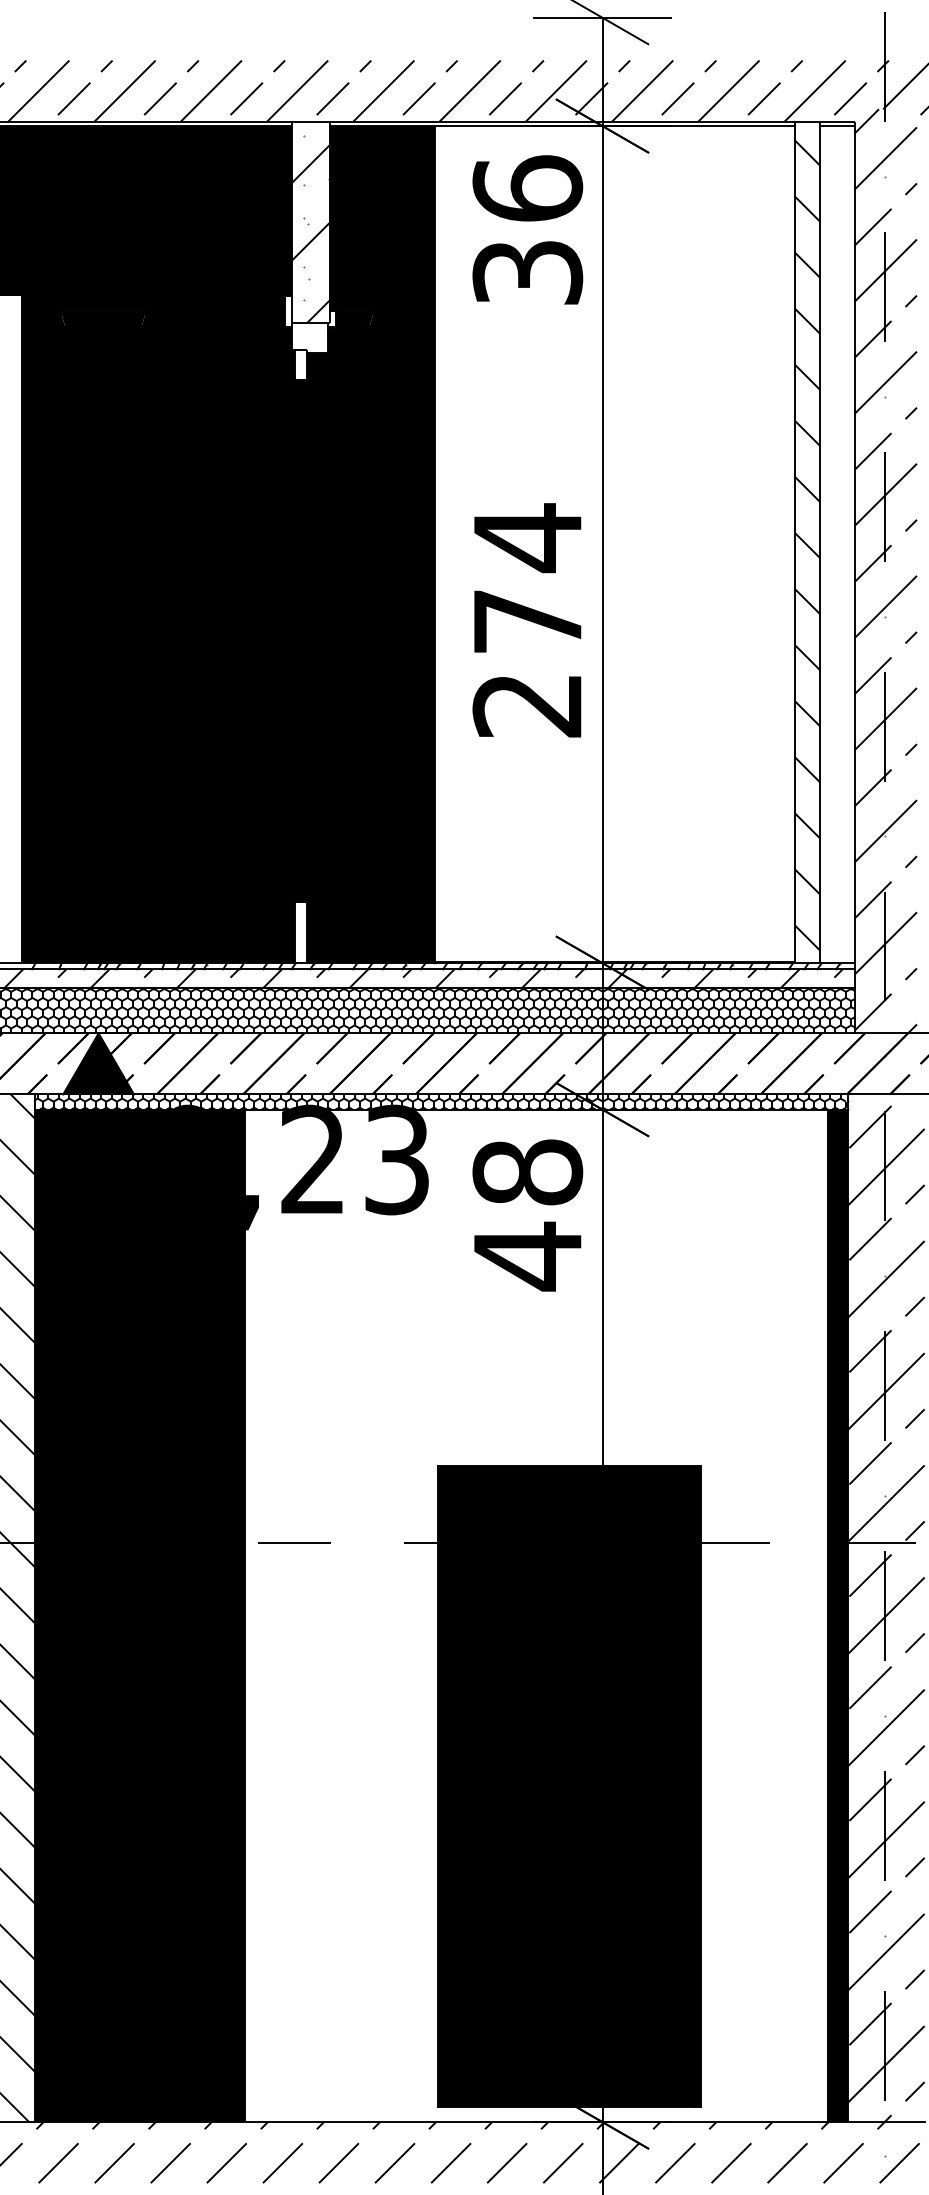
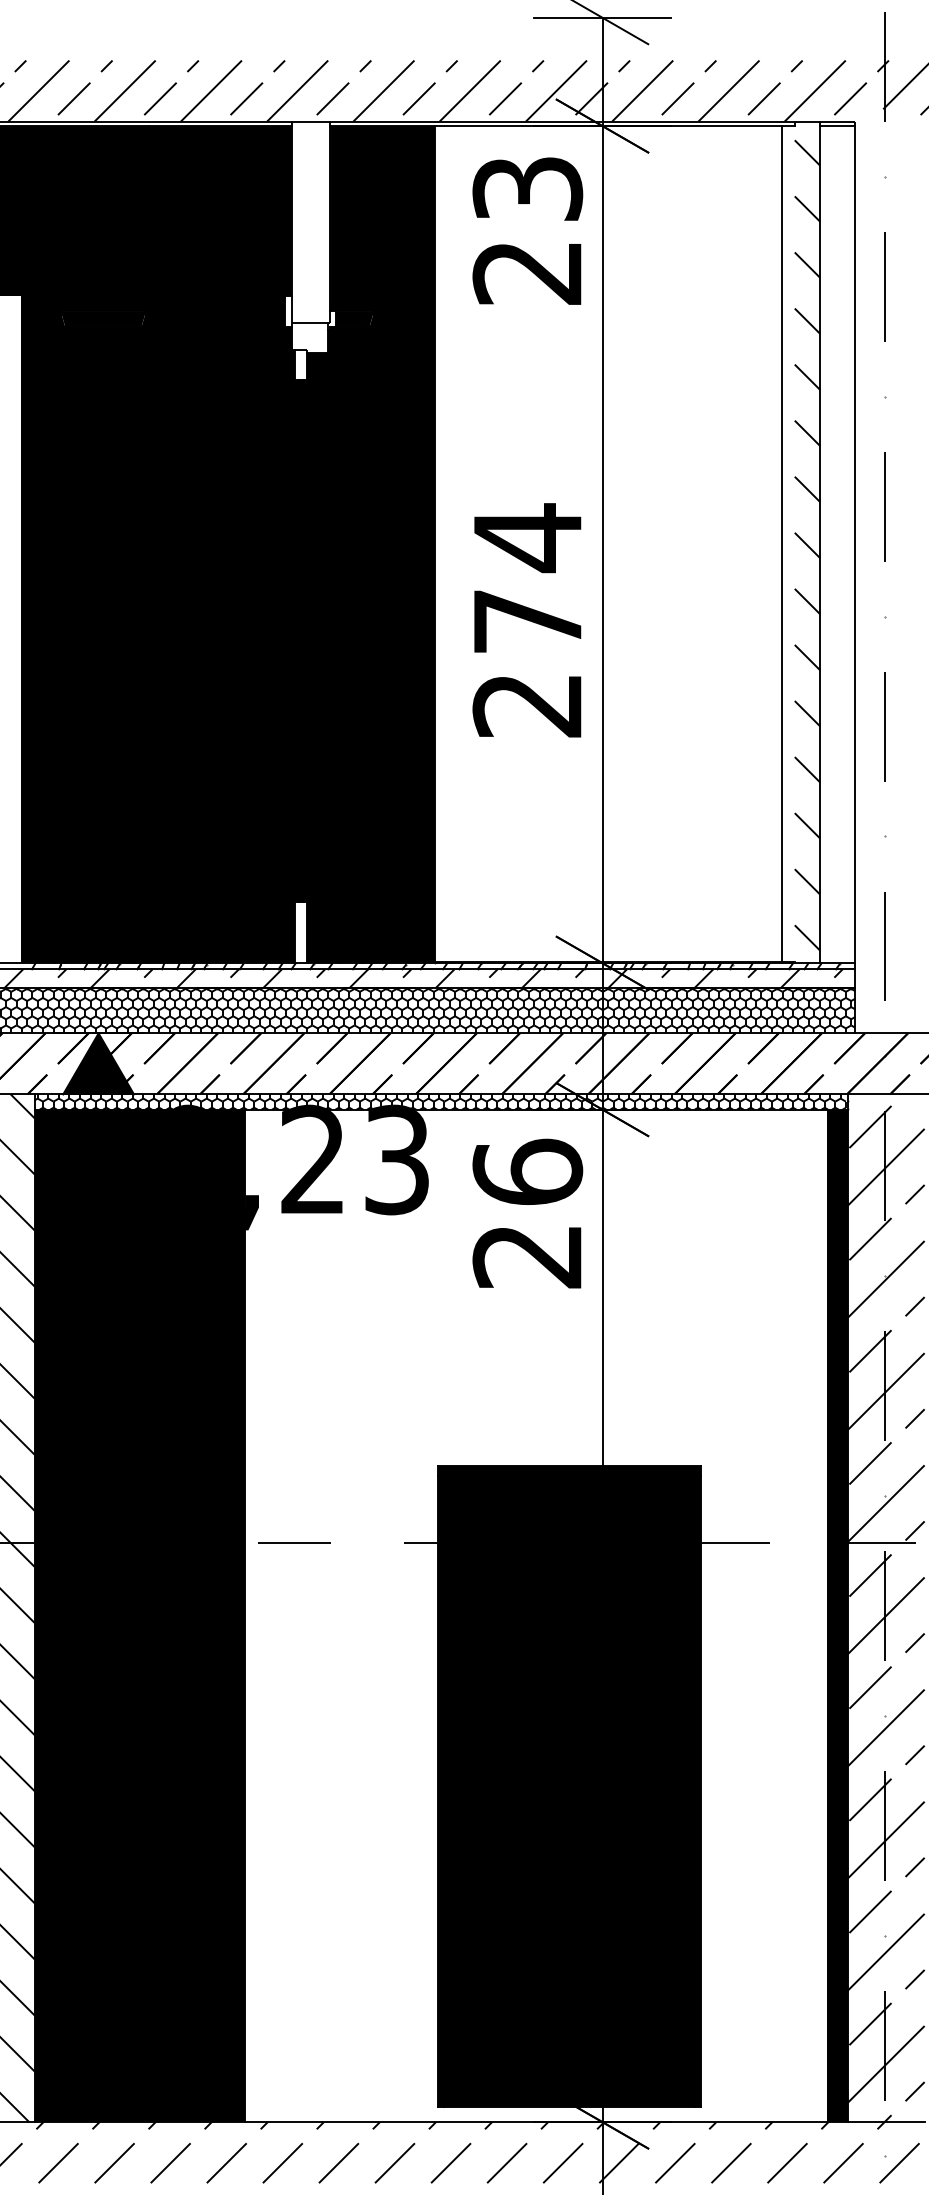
hatch at (310, 228): present -> none
text at (527, 229): 36 -> 23
line at (794, 544) position: (794, 544) -> (781, 544)
hatch at (885, 570): present -> none
text at (527, 1214): 48 -> 26
